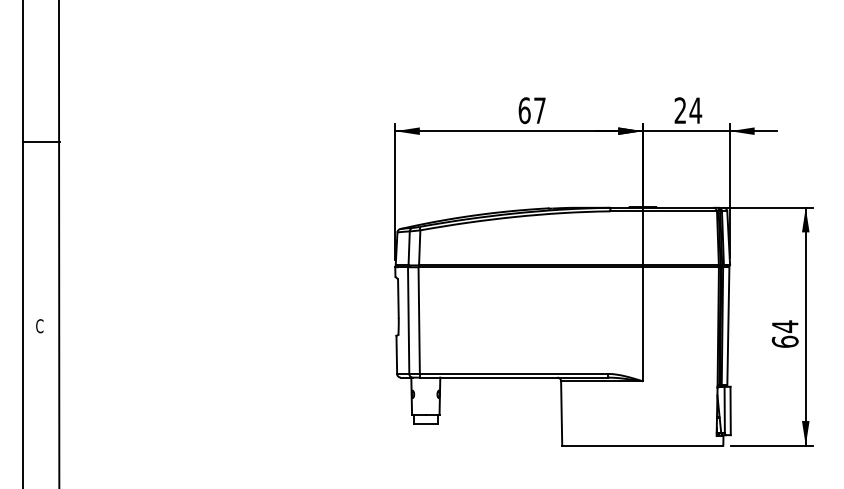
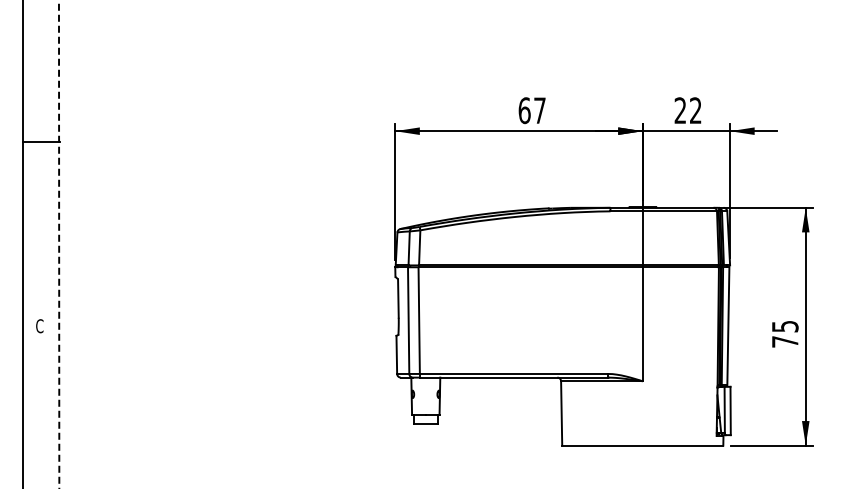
text at (695, 110): 24 -> 22
line at (59, 244): solid -> dashed
text at (784, 333): 64 -> 75
